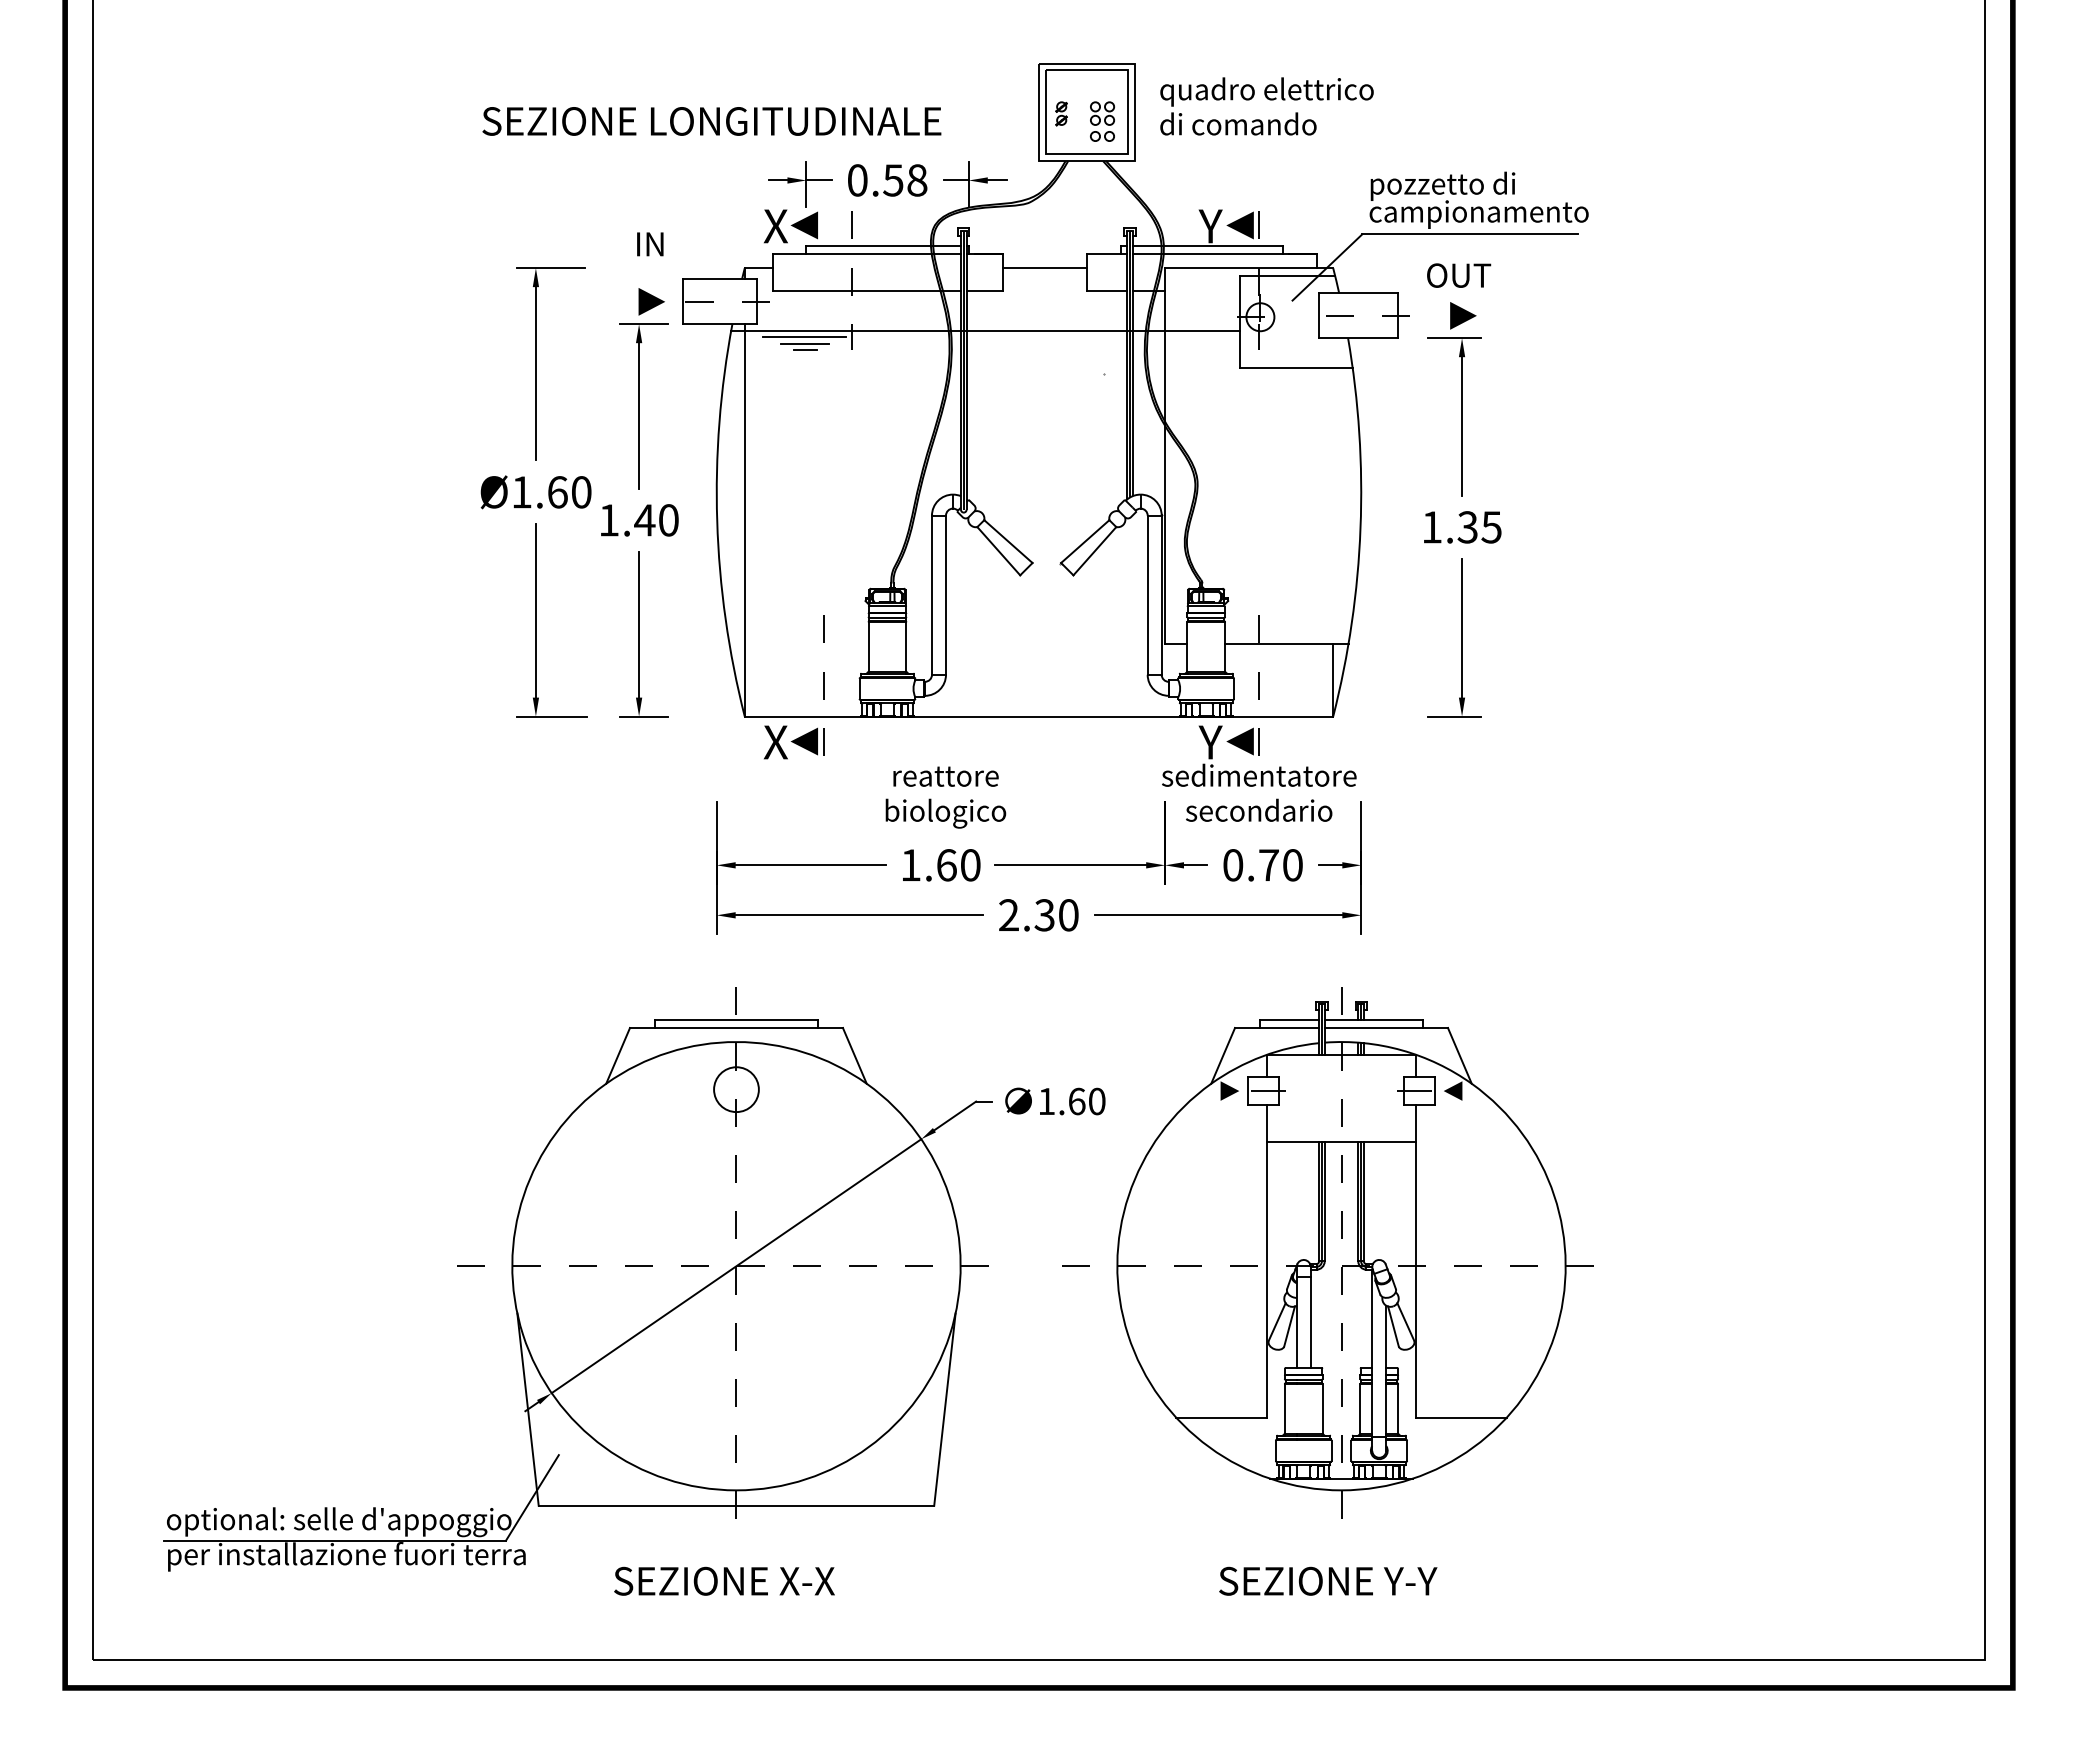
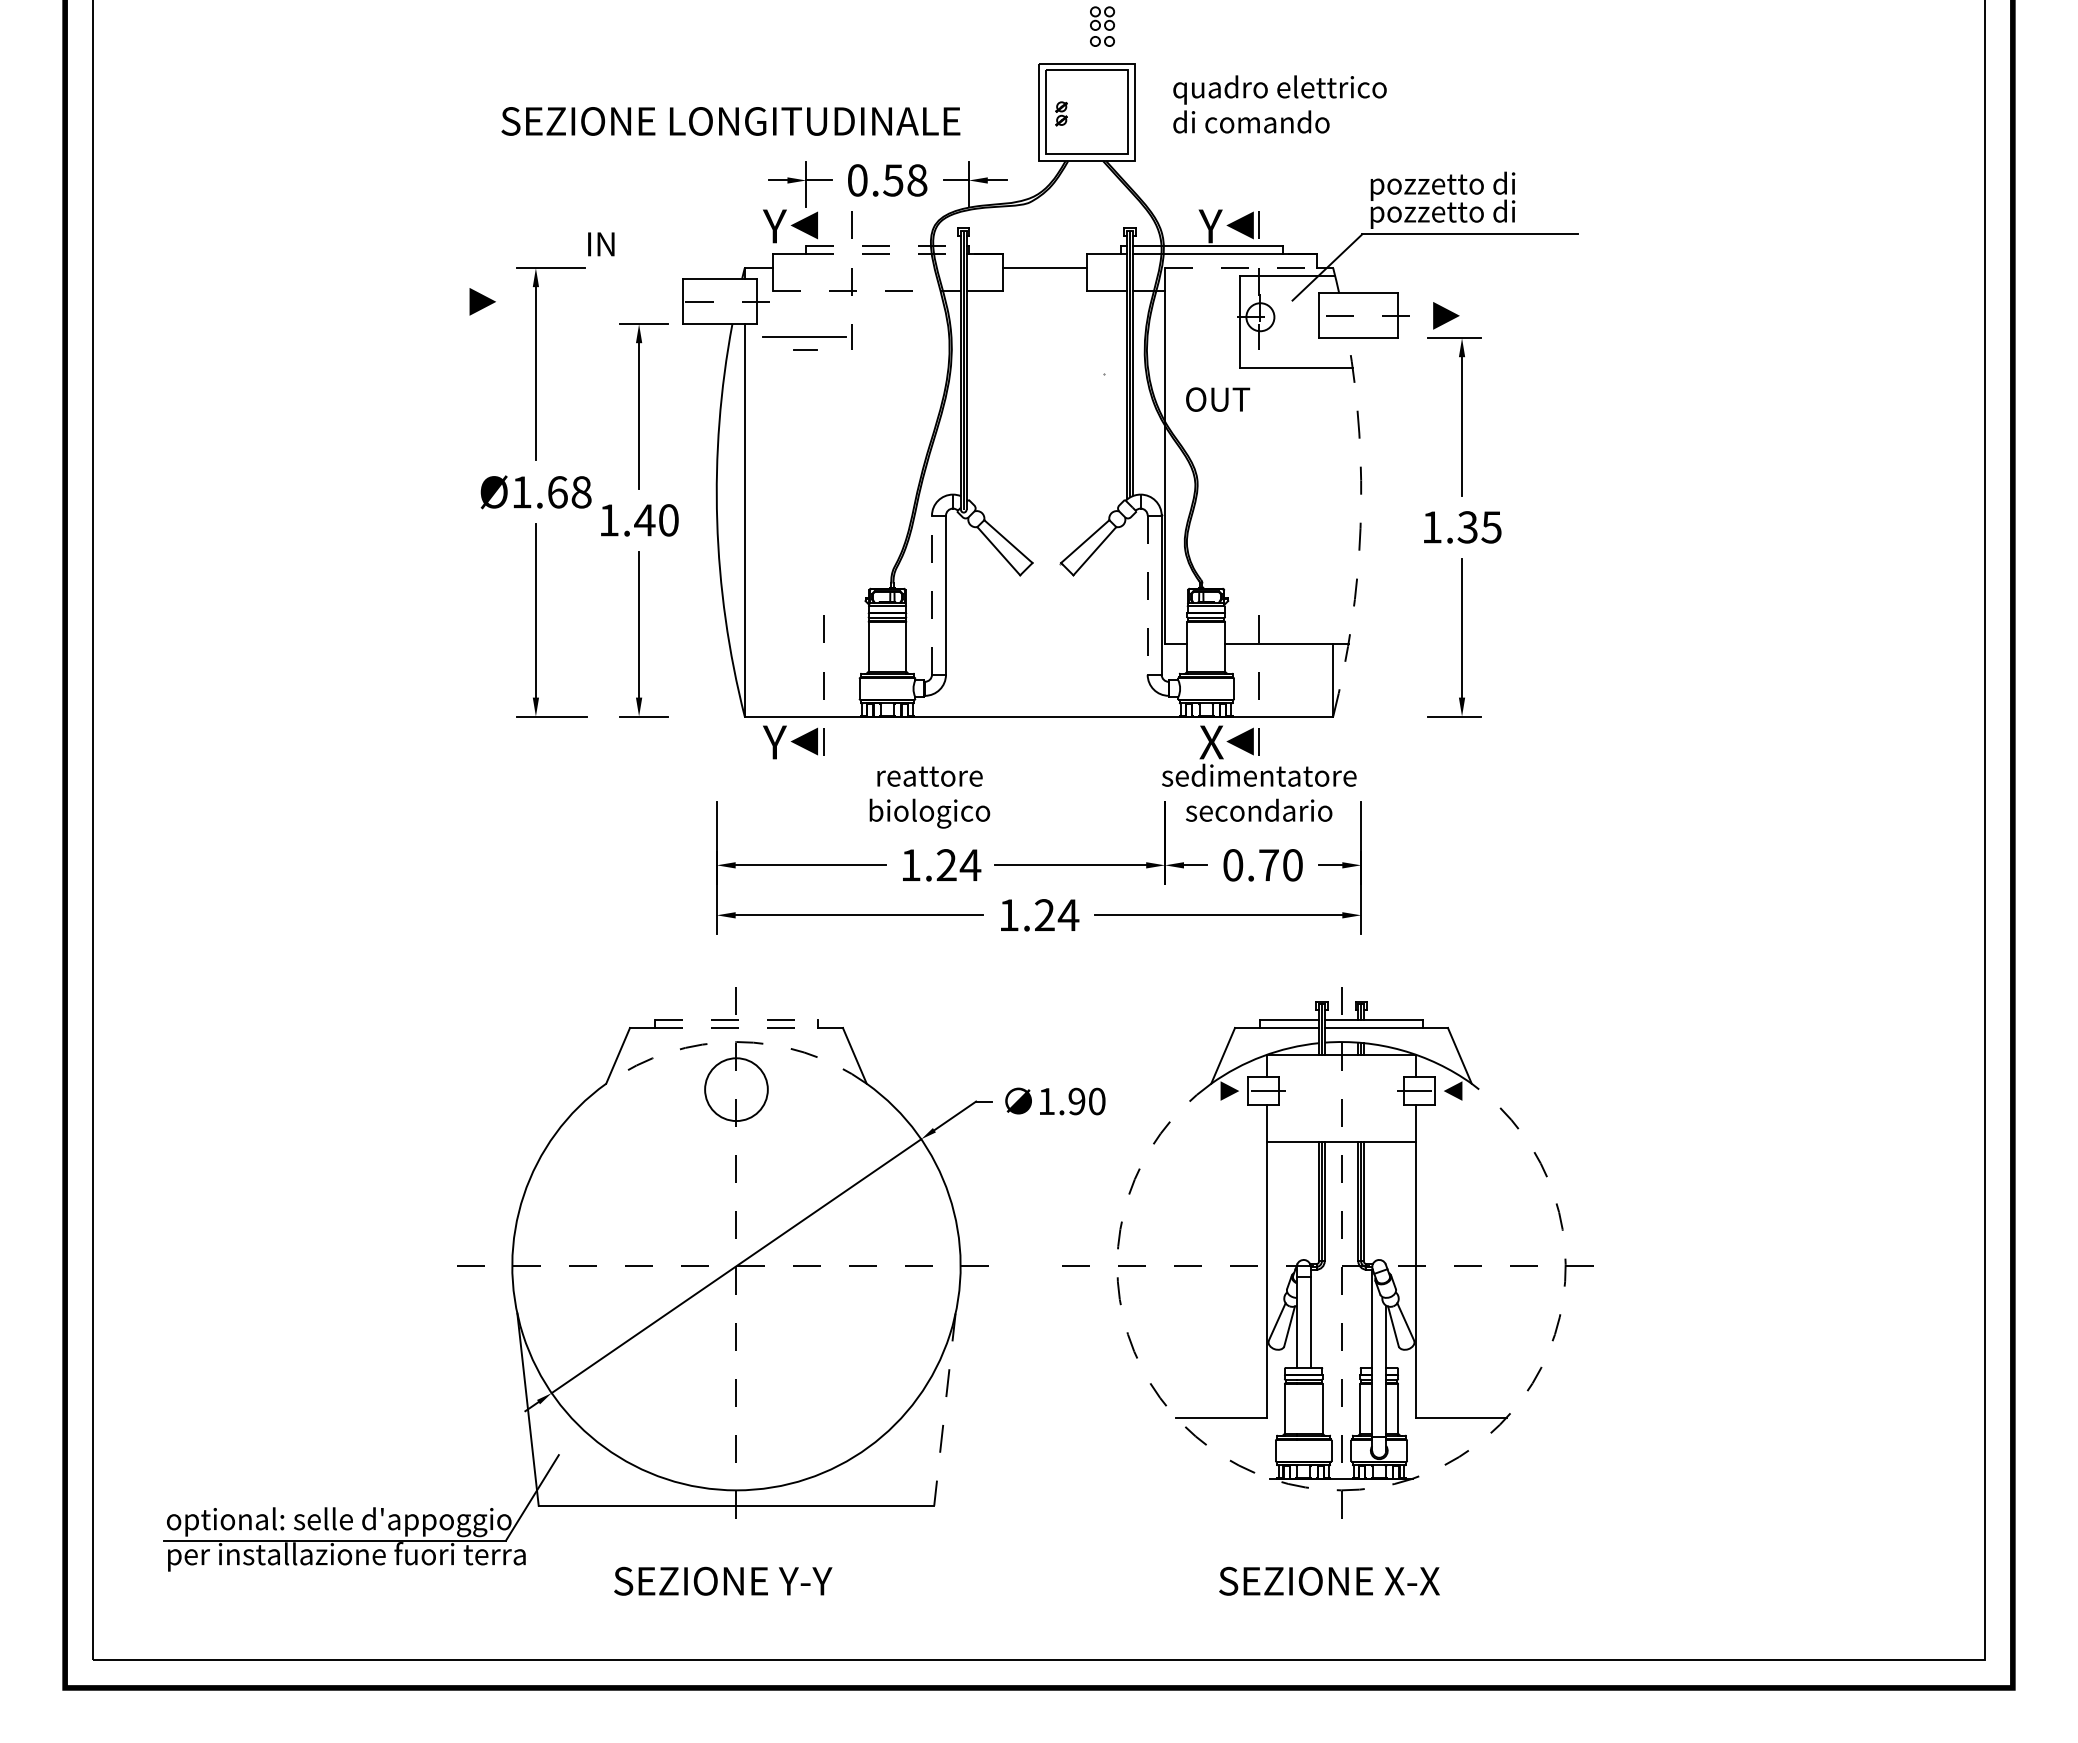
text at (1266, 106) position: (1266, 106) -> (1279, 104)
text at (711, 121) position: (711, 121) -> (730, 121)
part at (1102, 121) position: (1102, 121) -> (1102, 26)
text at (1478, 213): campionamento -> pozzetto di
text at (775, 226): X -> Y
text at (650, 244) position: (650, 244) -> (601, 244)
line at (884, 245): solid -> dashed
line at (884, 254): solid -> dashed
line at (1241, 268): solid -> dashed
text at (1459, 275) position: (1459, 275) -> (1218, 399)
line at (867, 291): solid -> dashed
line at (651, 301) position: (651, 301) -> (482, 301)
line at (1463, 315) position: (1463, 315) -> (1446, 315)
line at (985, 331): present -> none
line at (804, 343): present -> none
text at (581, 492): Ø1.60 -> Ø1.68
arc at (1360, 528): solid -> dashed
line at (931, 595): solid -> dashed
line at (1147, 595): solid -> dashed
text at (775, 742): X -> Y
text at (1210, 742): Y -> X
text at (945, 797) position: (945, 797) -> (929, 797)
text at (958, 865): 1.60 -> 1.24
text at (1039, 915): 2.30 -> 1.24
line at (736, 1019): solid -> dashed
line at (736, 1028): solid -> dashed
arc at (736, 1042): solid -> dashed
circle at (736, 1089) diameter: 45 px -> 63 px
text at (1076, 1101): 1.60 -> 1.90
line at (944, 1409): solid -> dashed
arc at (1341, 1490): solid -> dashed
text at (806, 1581): SEZIONE X-X -> SEZIONE Y-Y
text at (1411, 1581): SEZIONE Y-Y -> SEZIONE X-X
